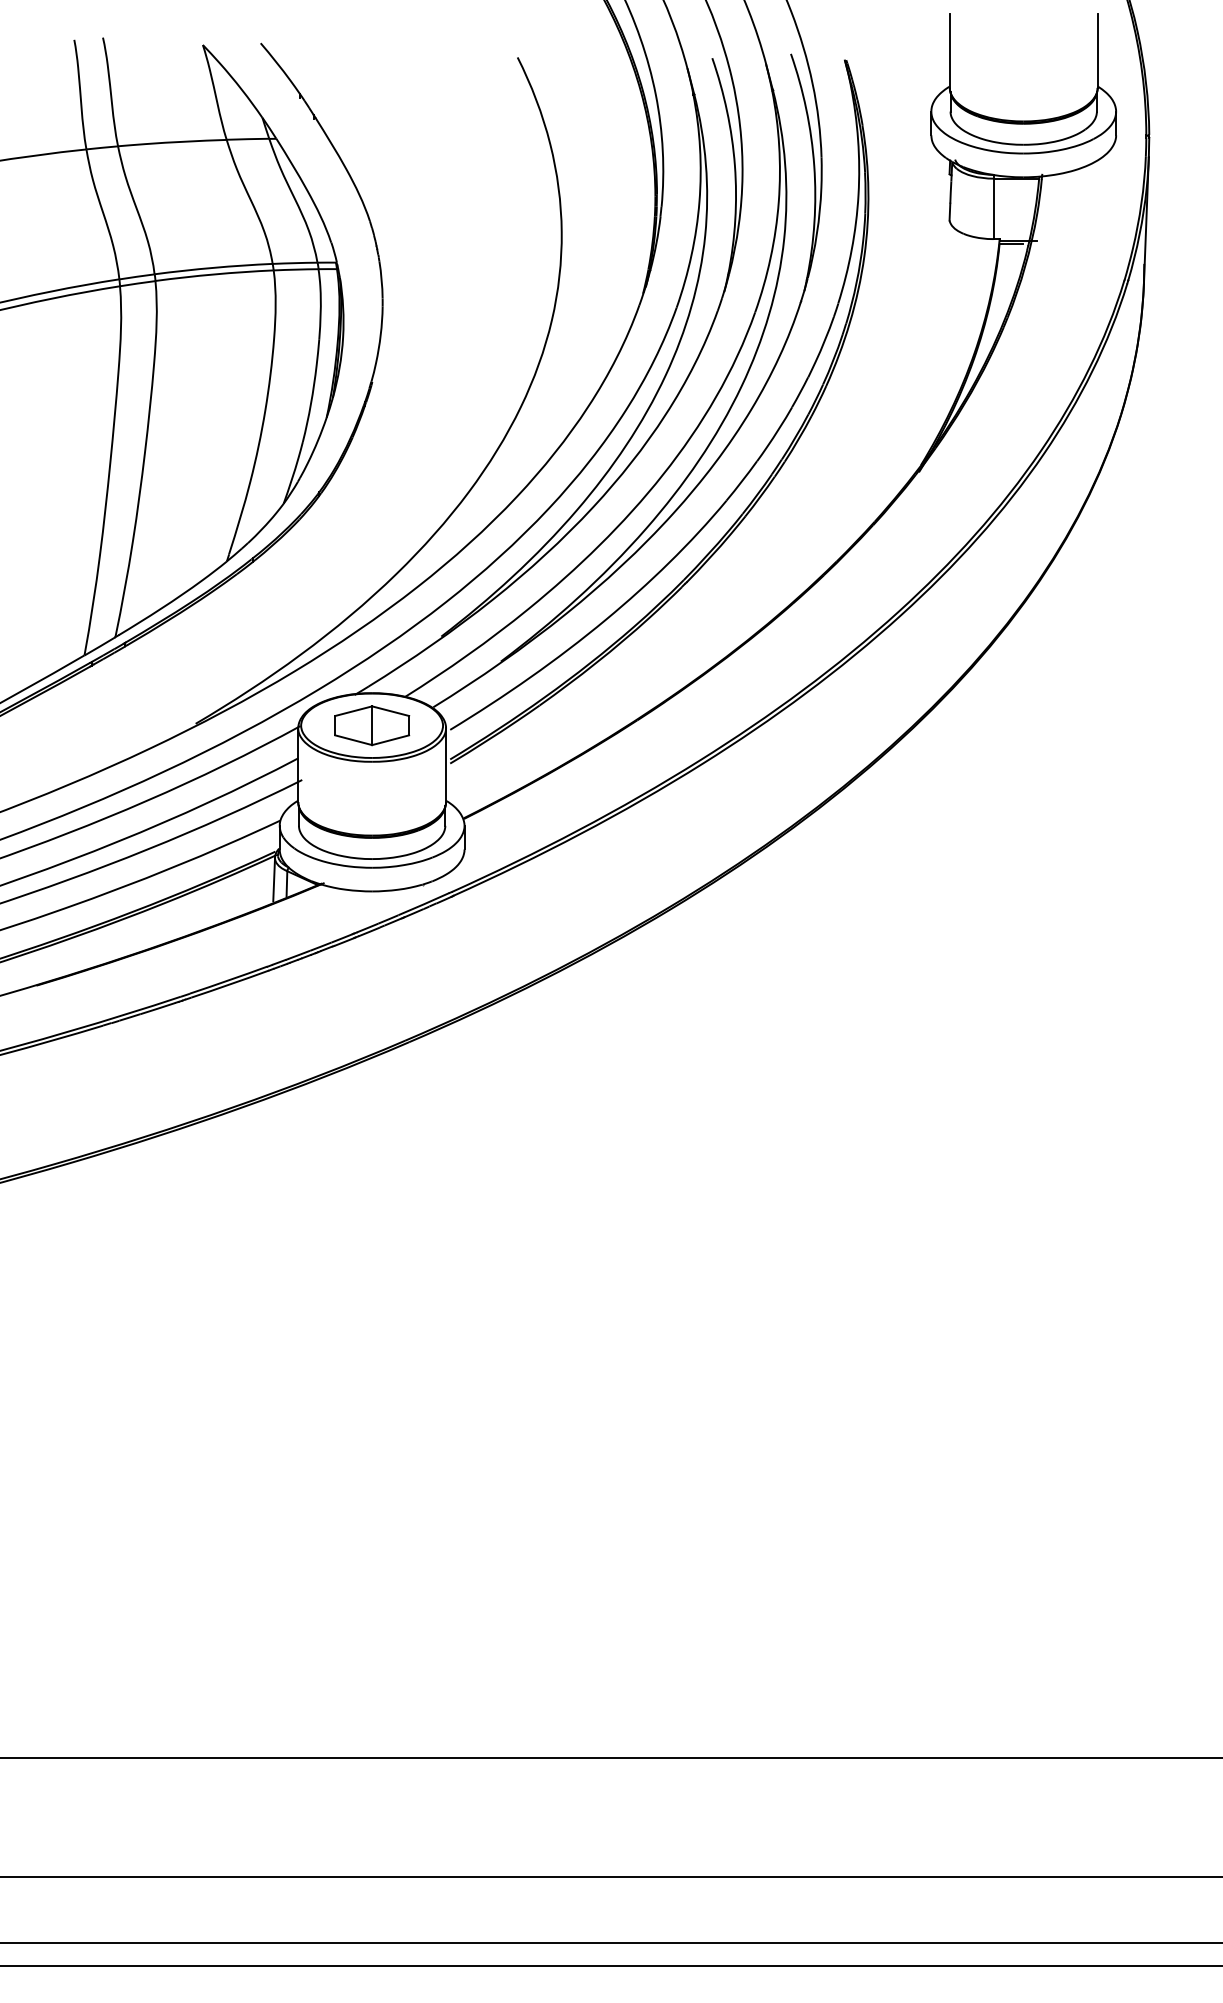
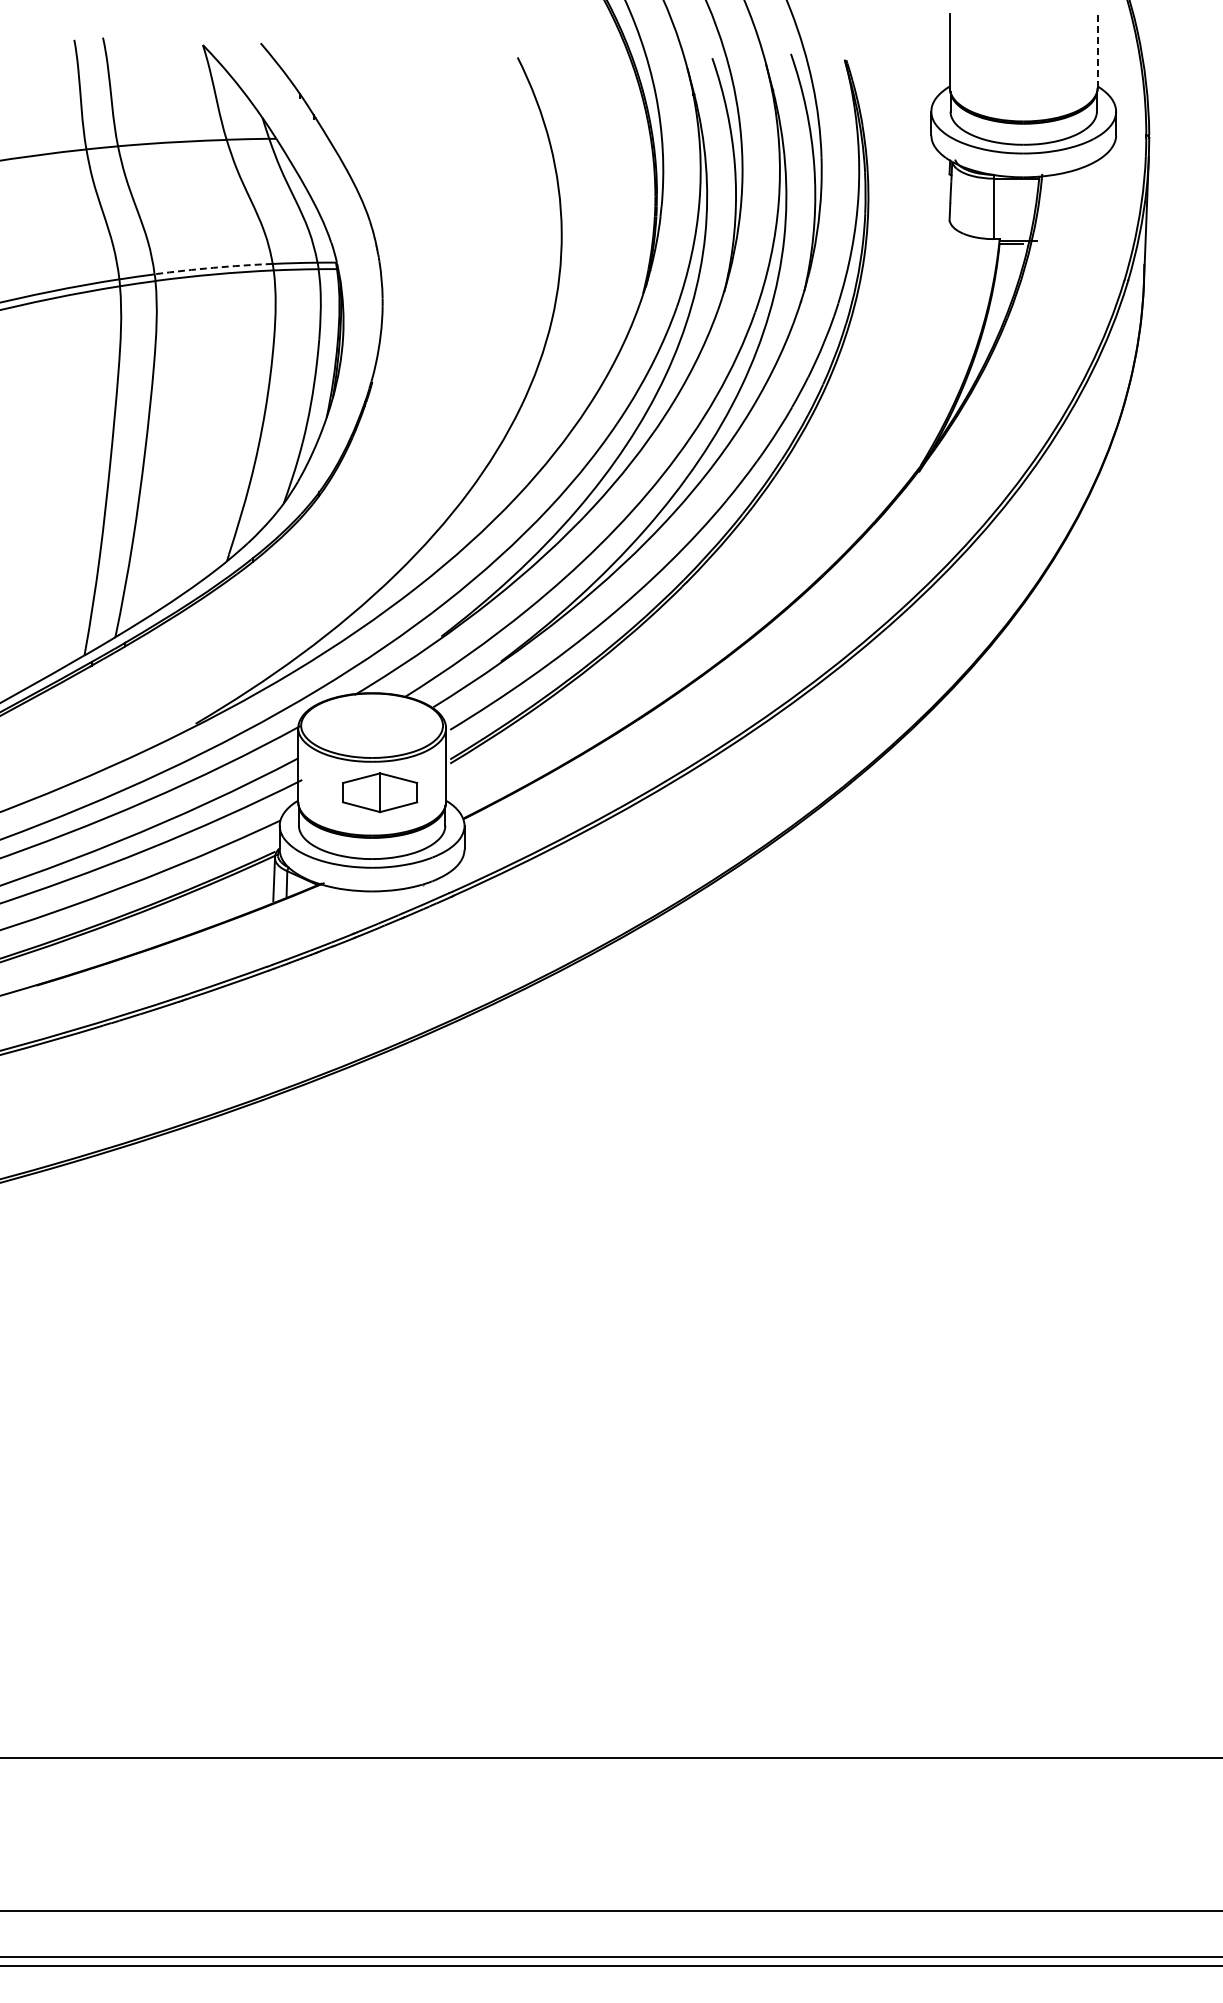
line at (1097, 51): solid -> dashed
arc at (213, 267): solid -> dashed
part at (372, 725) position: (372, 725) -> (380, 792)
line at (610, 1876) position: (610, 1876) -> (610, 1910)
line at (610, 1942) position: (610, 1942) -> (610, 1956)
